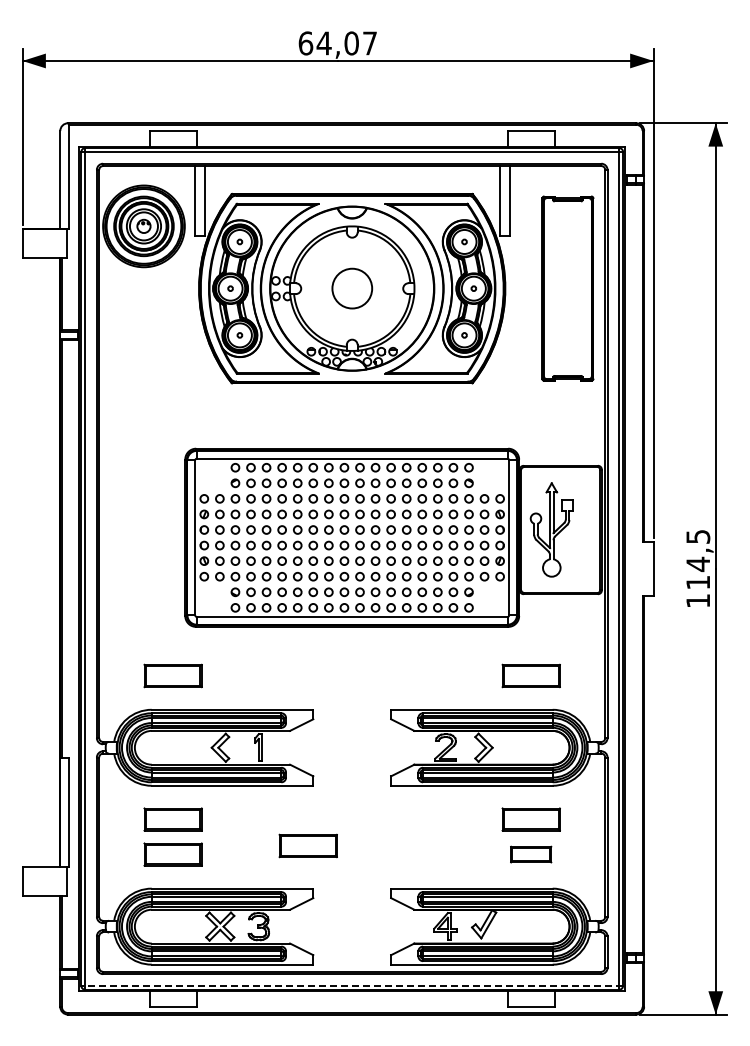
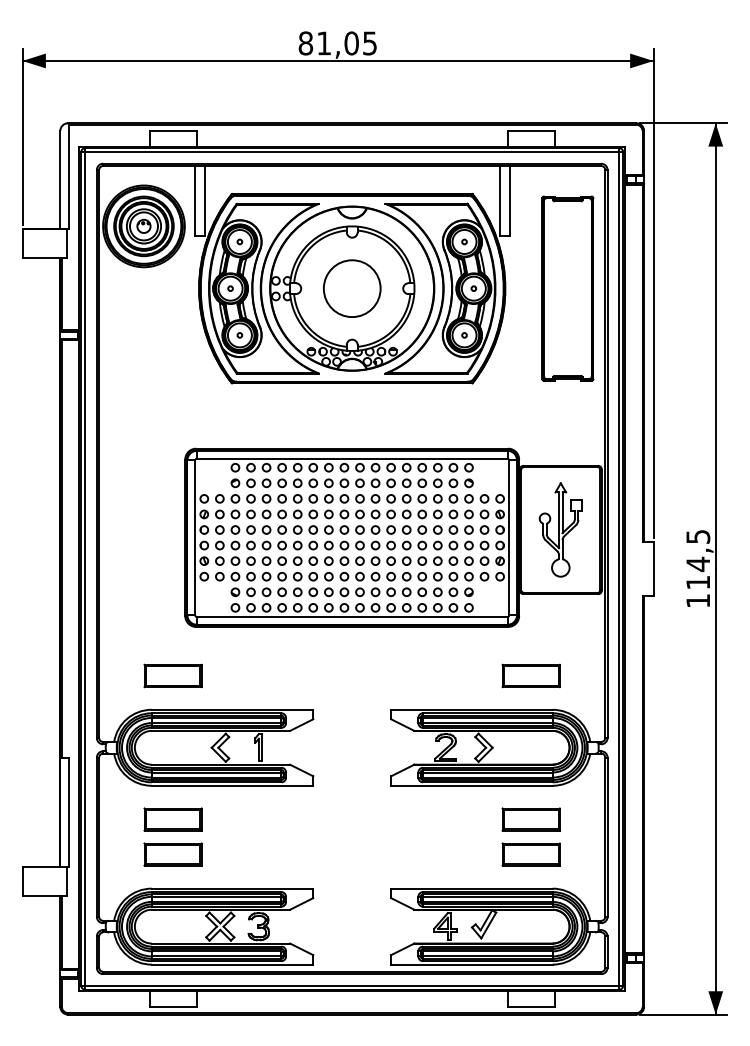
text at (337, 43): 64,07 -> 81,05
circle at (352, 288) size: 43x43 px -> 59x59 px
part at (551, 529) position: (551, 529) -> (560, 529)
part at (307, 845): present -> none
part at (531, 854) size: 43x19 px -> 60x25 px
line at (352, 985): dashed -> solid
